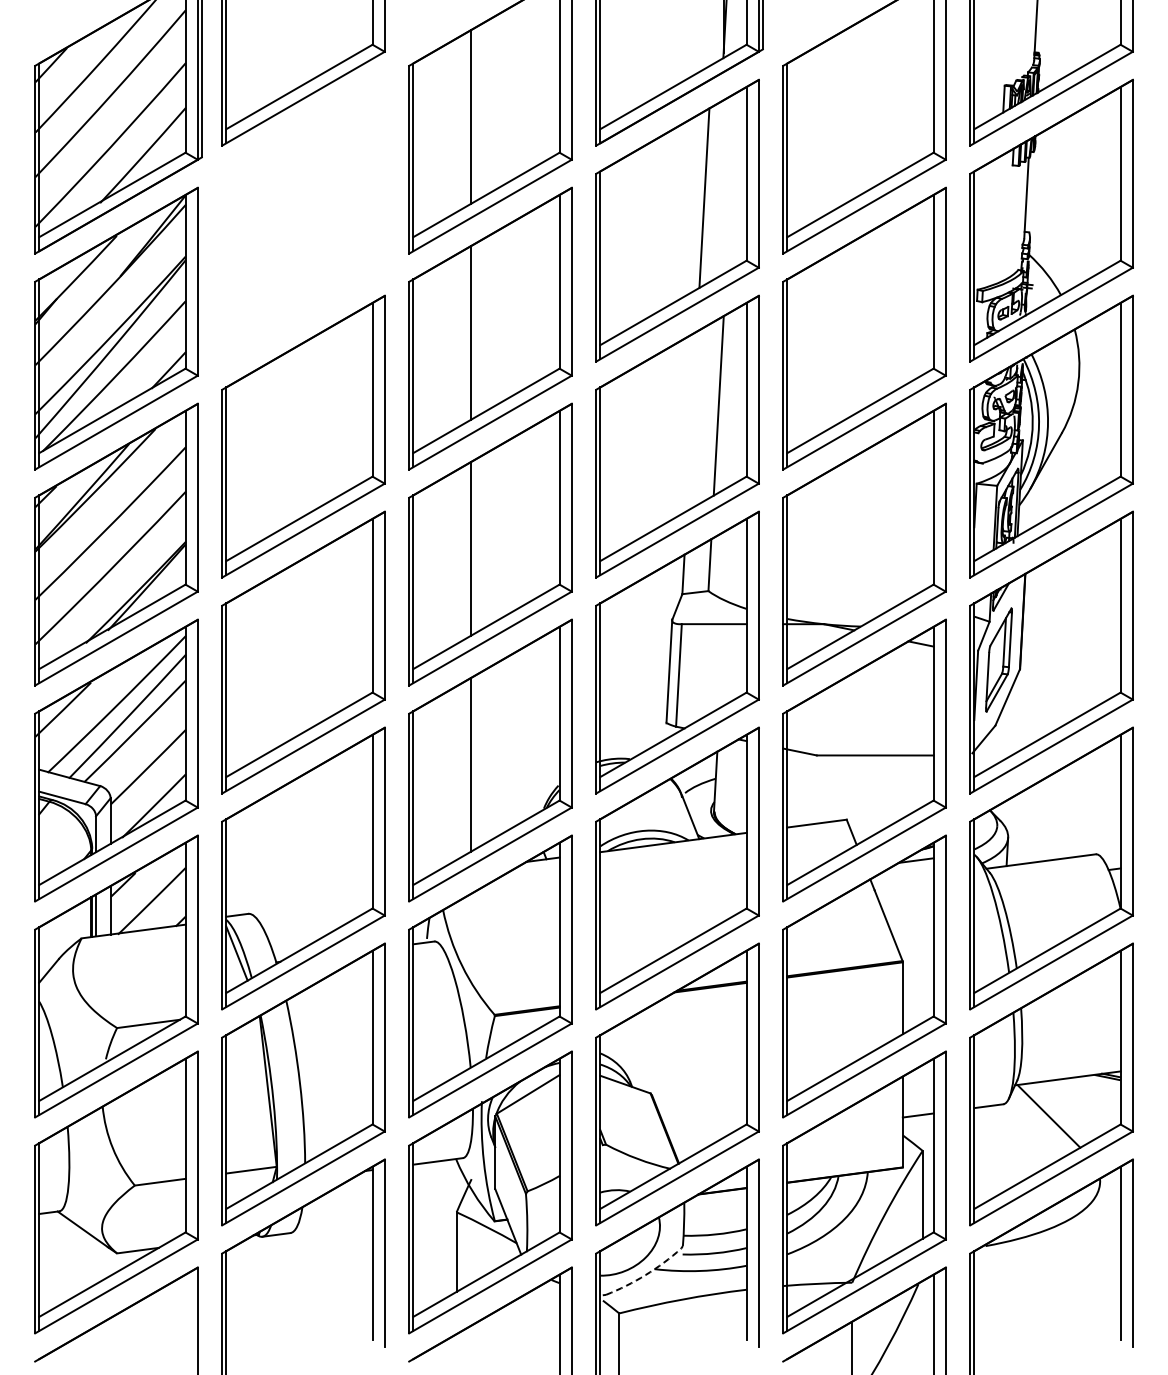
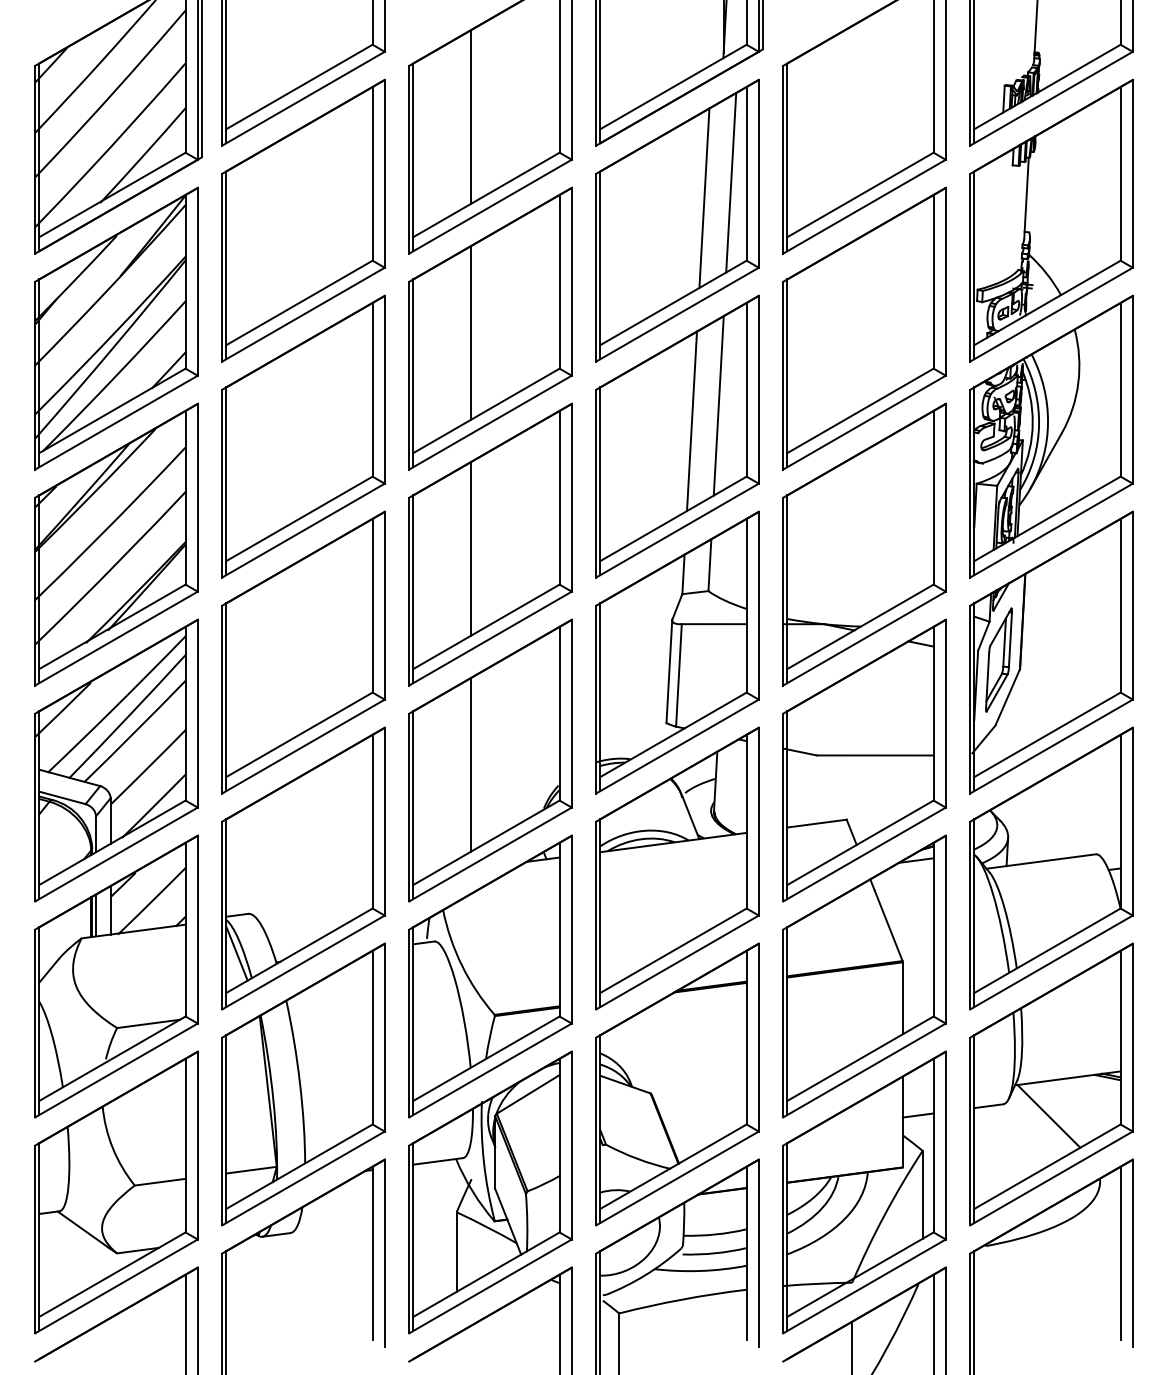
line at (731, 182): none -> present
part at (303, 220): none -> present
line at (692, 421): none -> present
arc at (645, 1275): dashed -> solid
line at (185, 1322): none -> present
